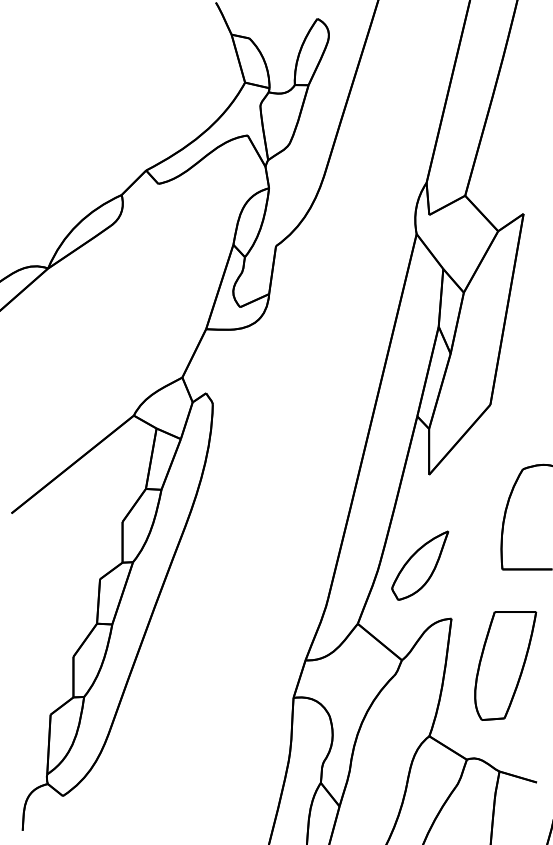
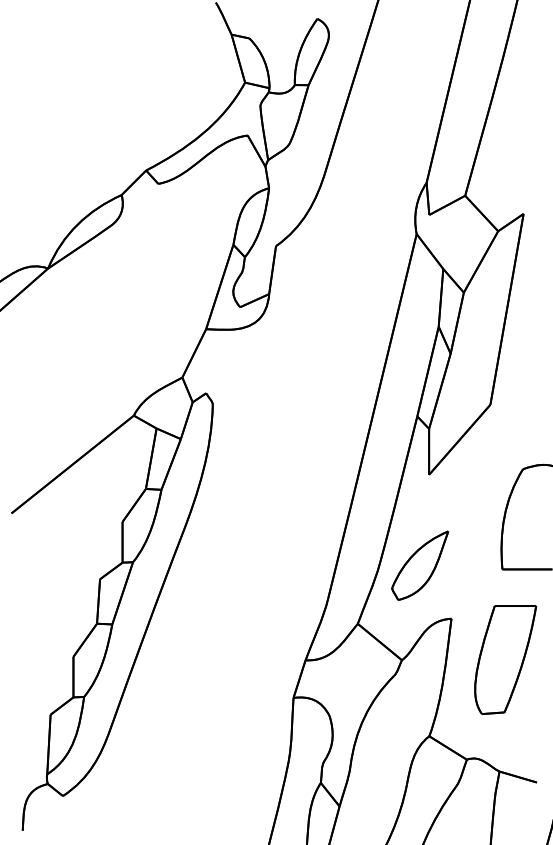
part at (505, 665) position: (505, 665) -> (505, 659)
